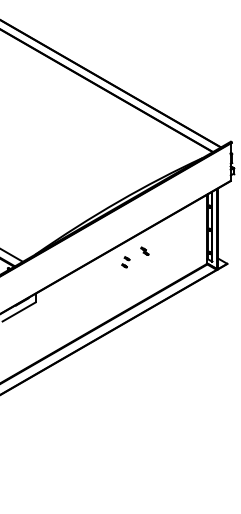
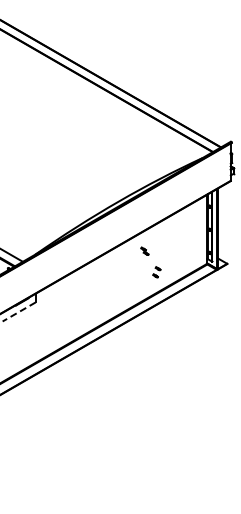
part at (125, 262) position: (125, 262) -> (156, 272)
line at (18, 312): solid -> dashed
